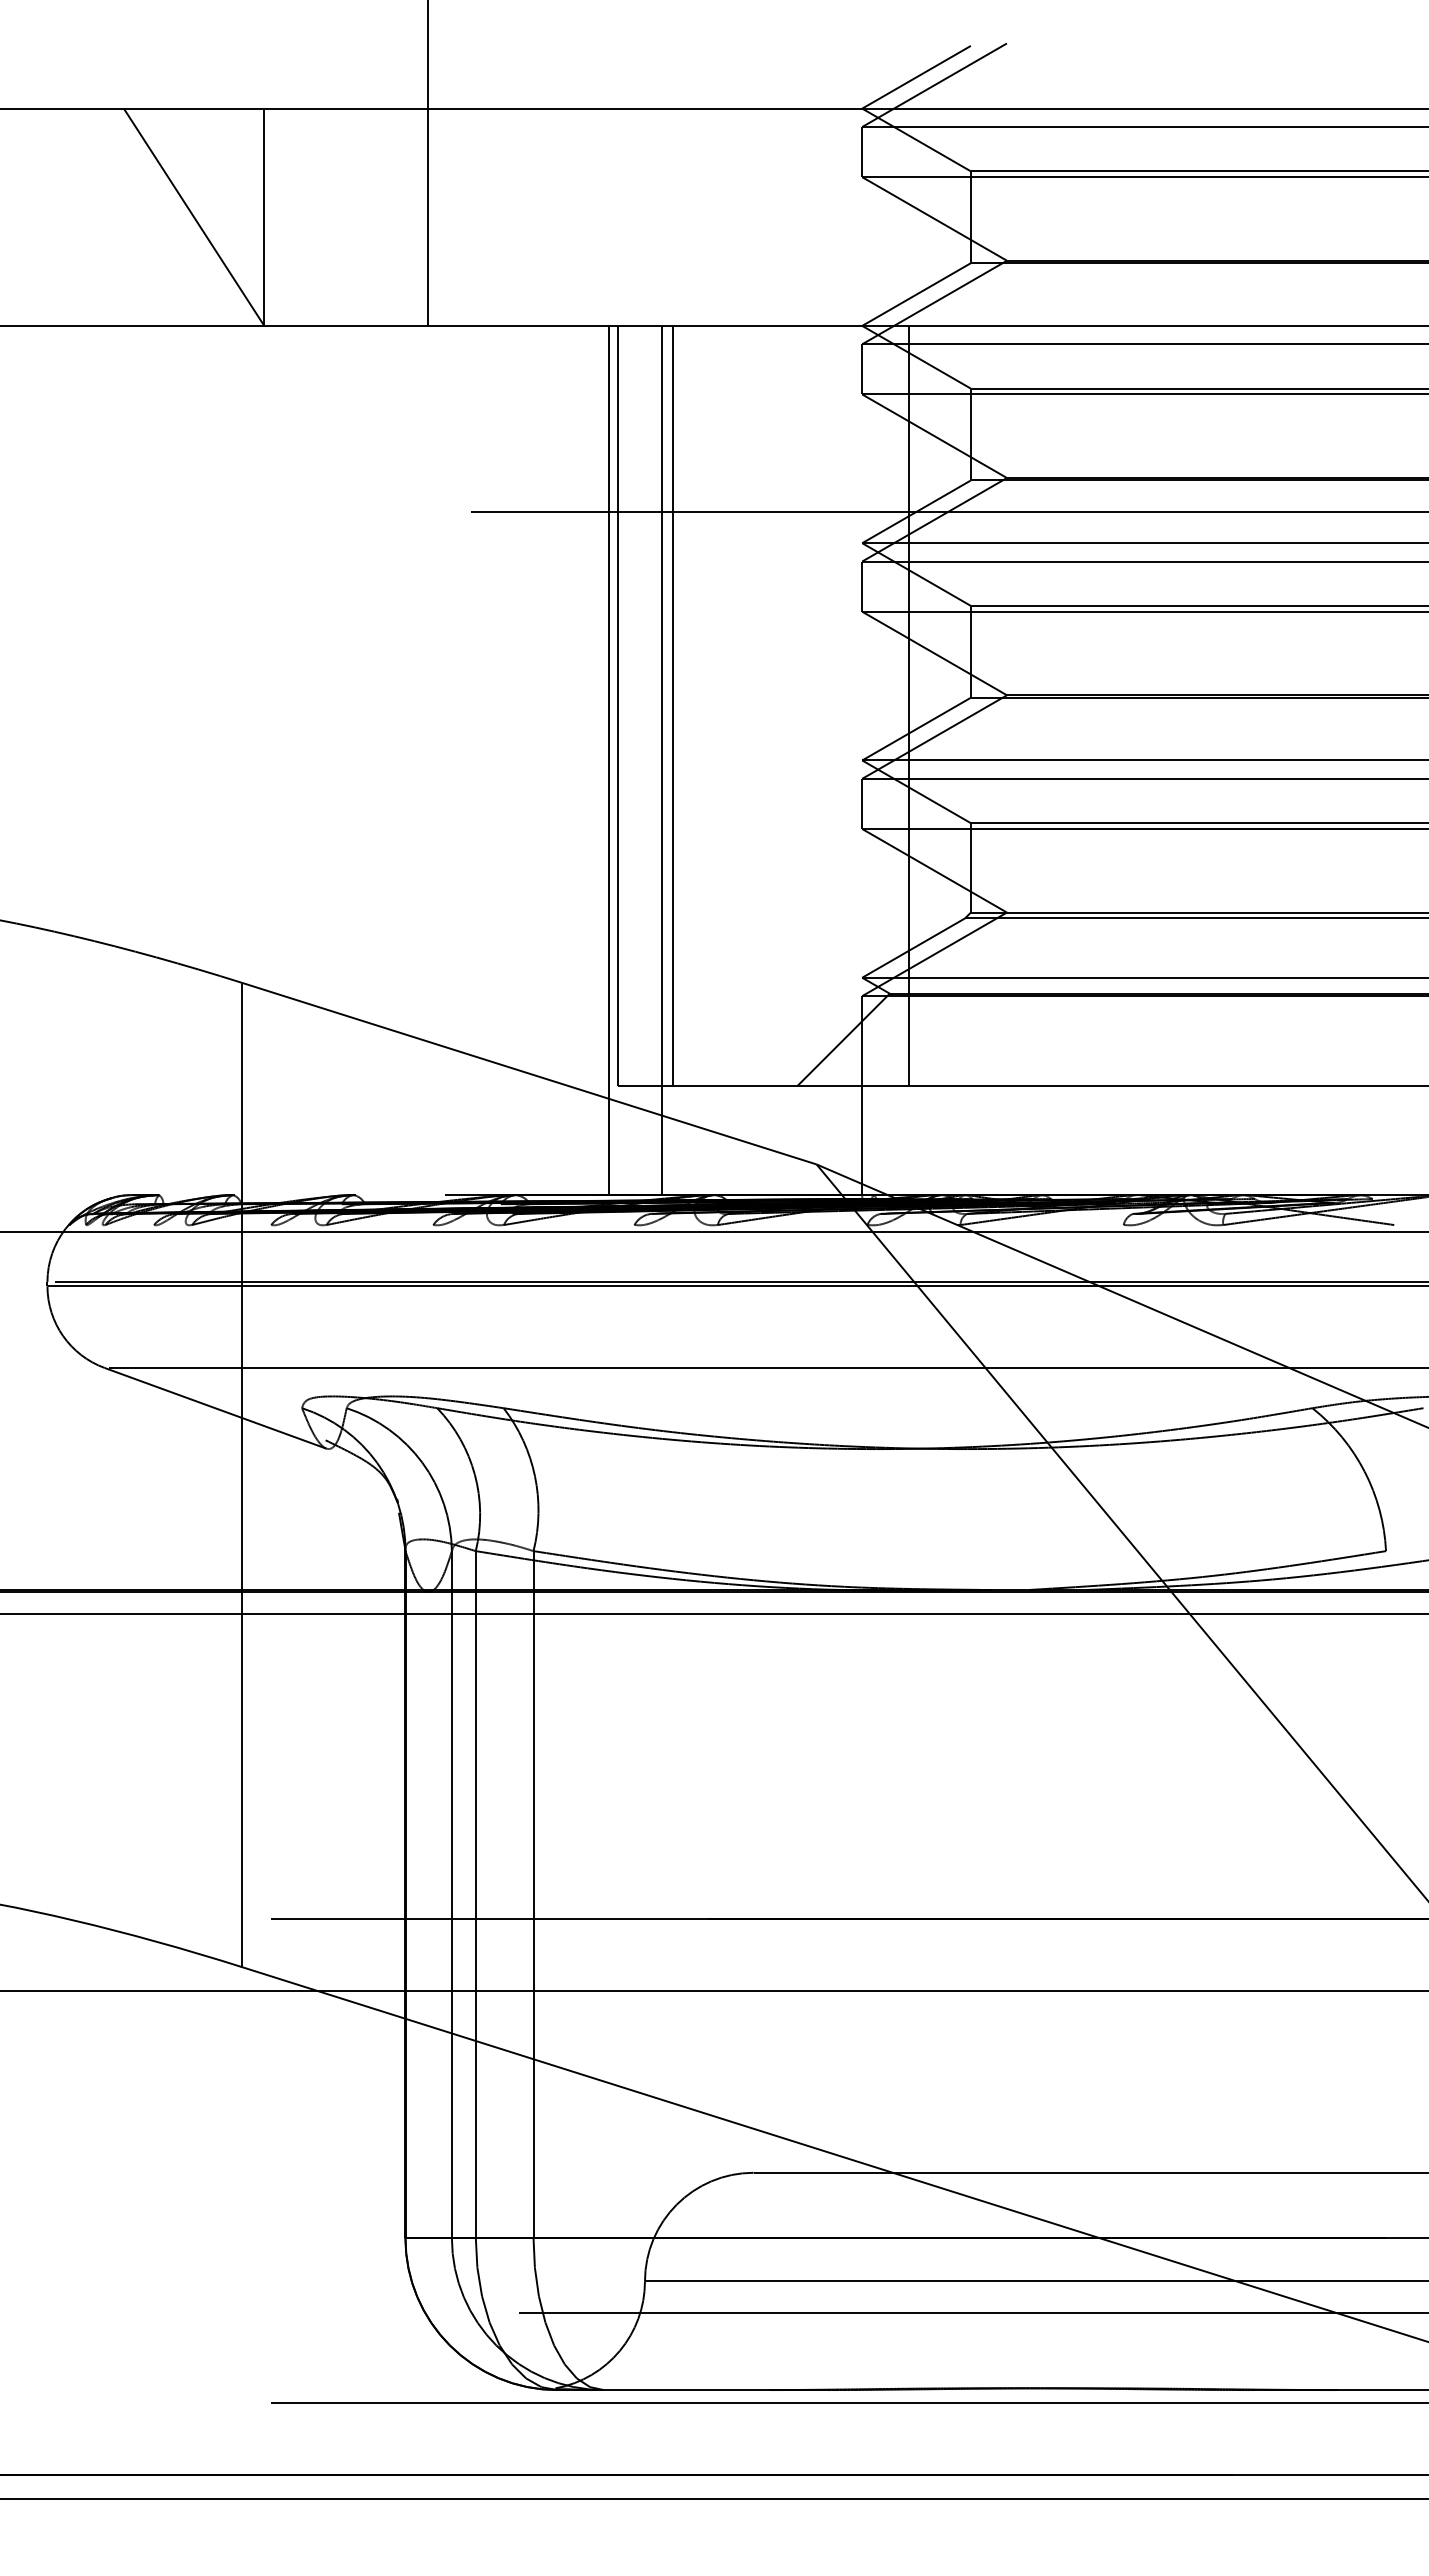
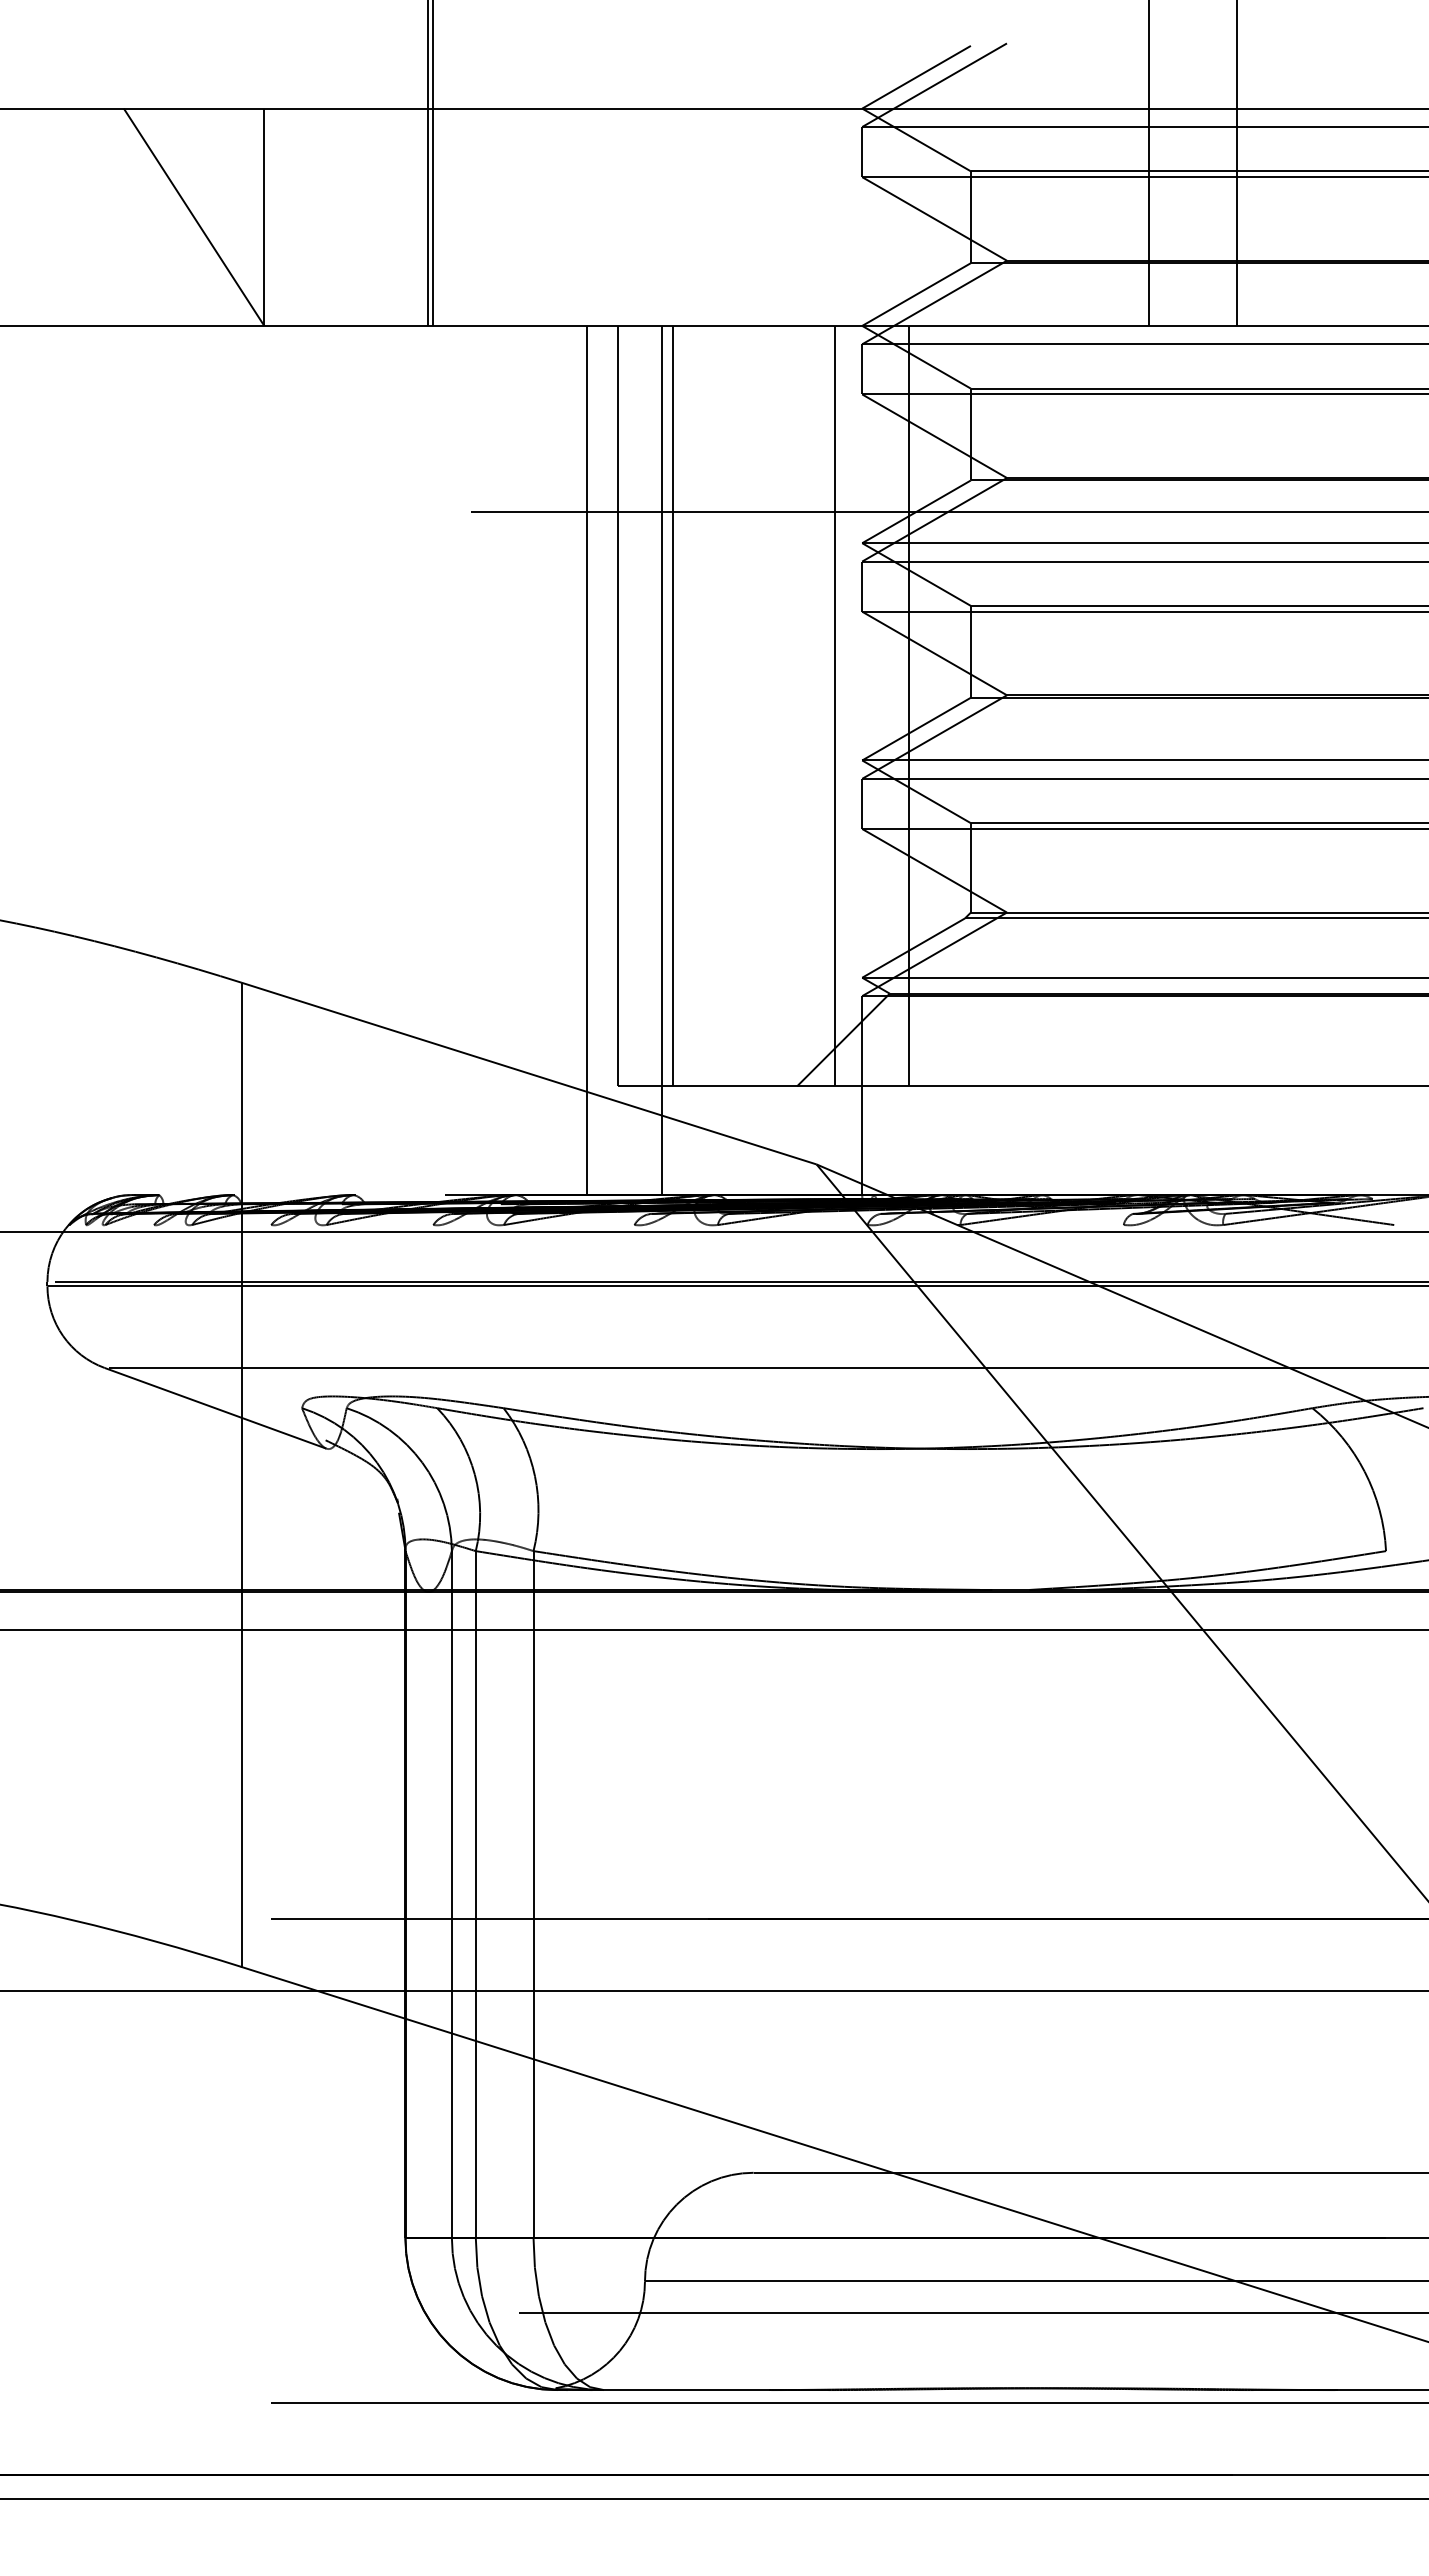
line at (433, 163): none -> present
line at (1148, 163): none -> present
line at (1237, 163): none -> present
line at (834, 705): none -> present
line at (608, 760) position: (608, 760) -> (586, 760)
line at (713, 1613) position: (713, 1613) -> (713, 1629)
